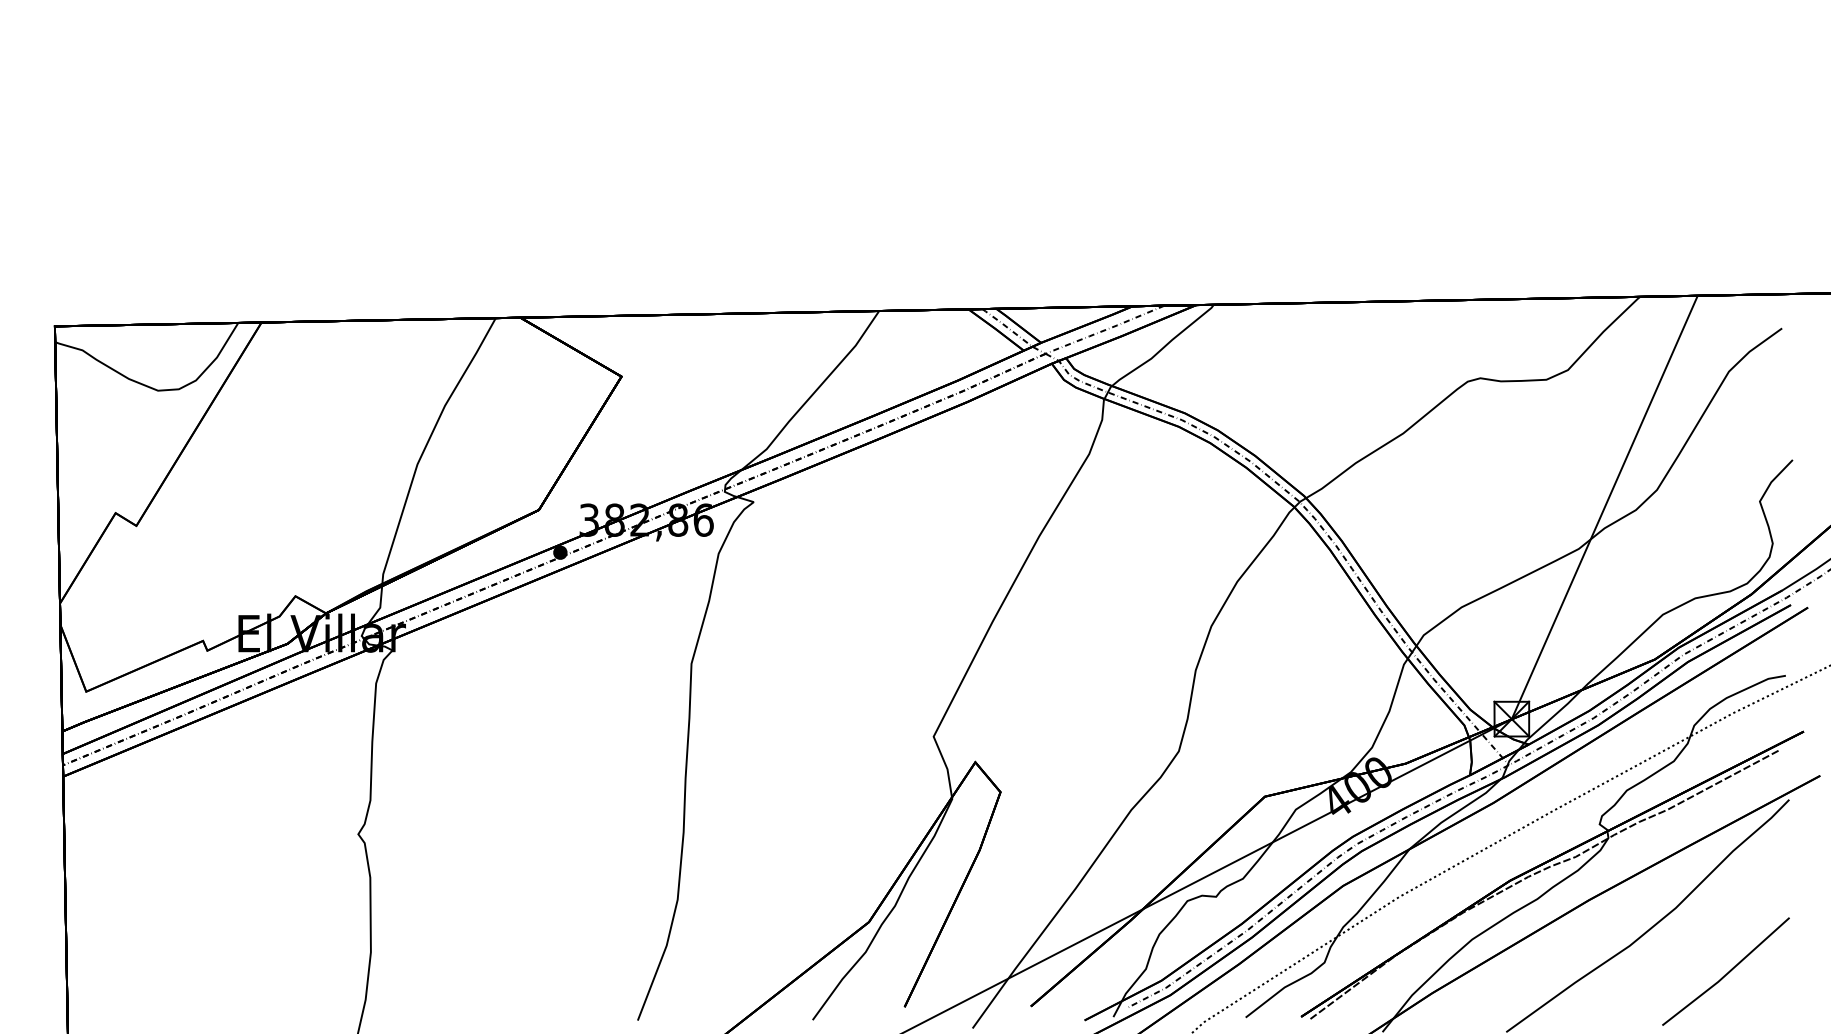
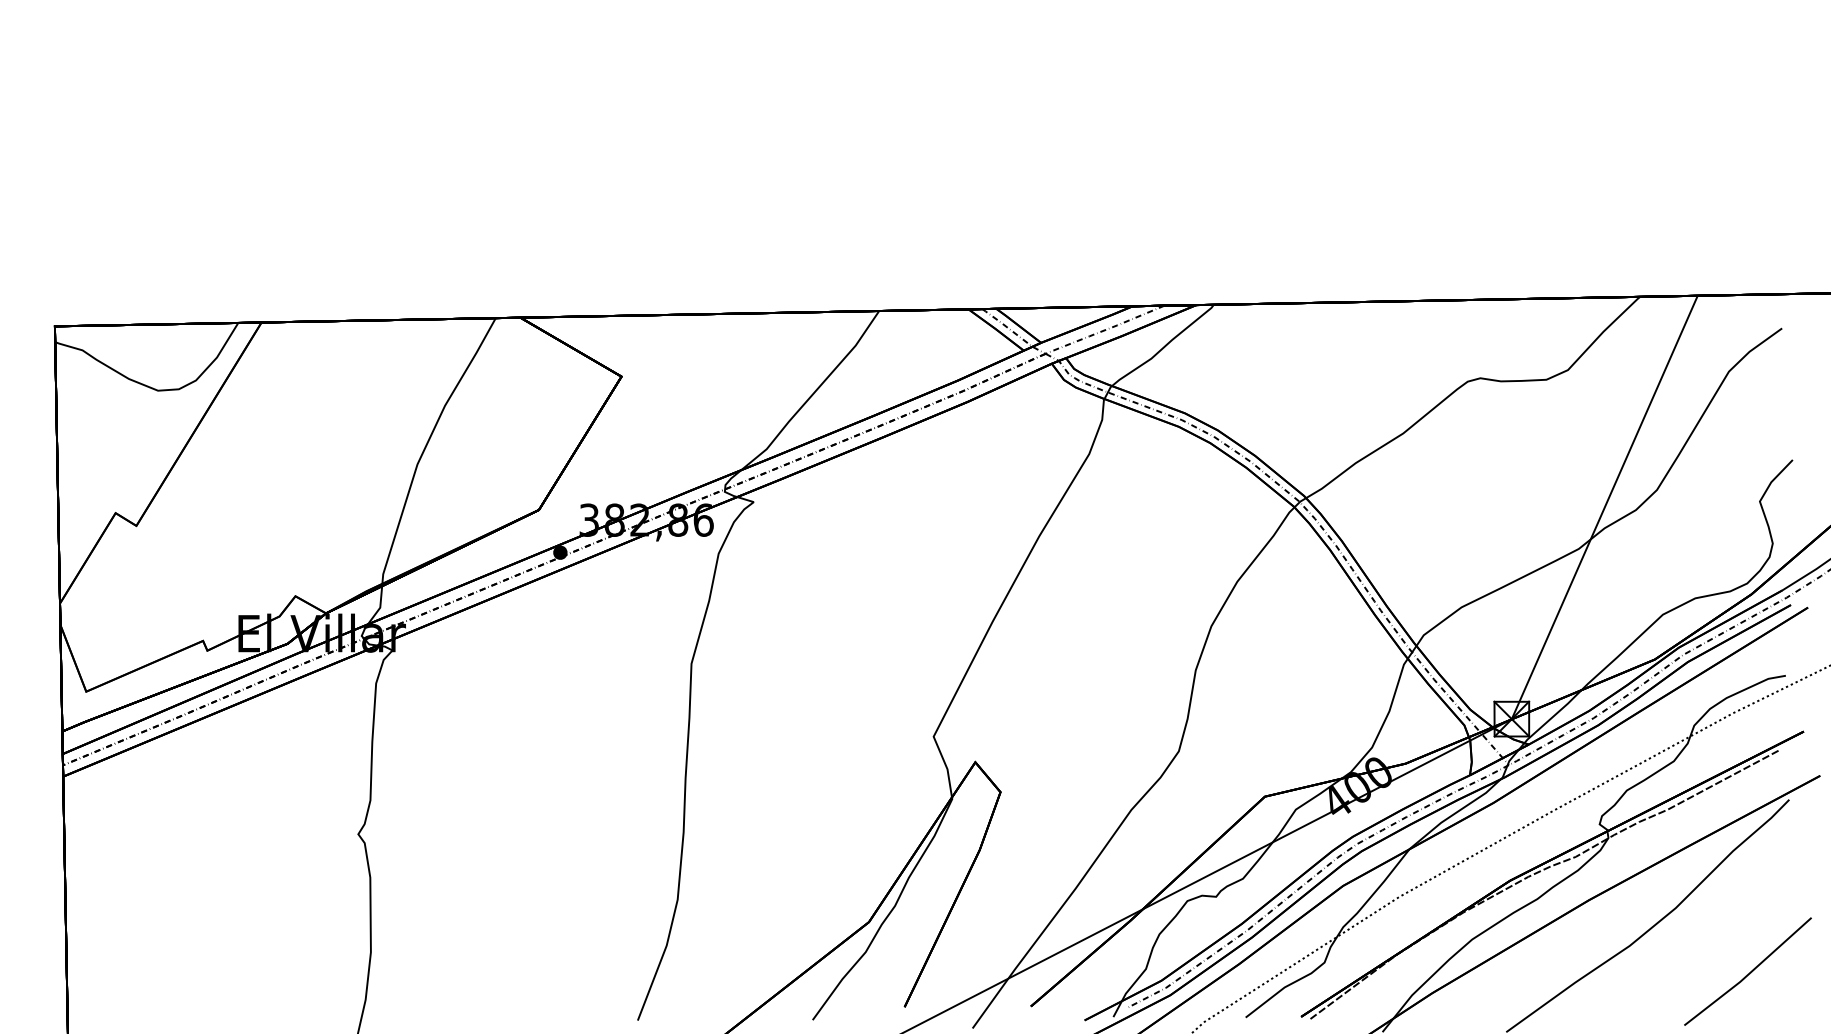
line at (1727, 972) position: (1727, 972) -> (1749, 972)
